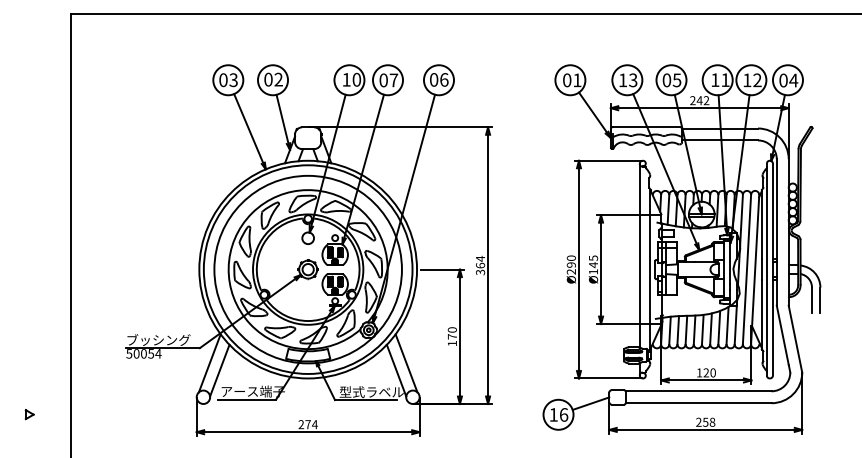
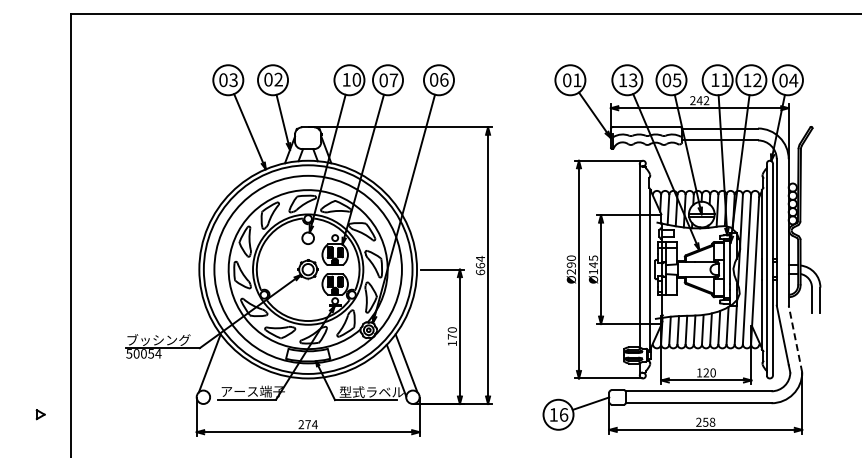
text at (480, 272): 364 -> 664
line at (795, 338): solid -> dashed
line at (219, 370): present -> none
part at (29, 414) position: (29, 414) -> (40, 414)
